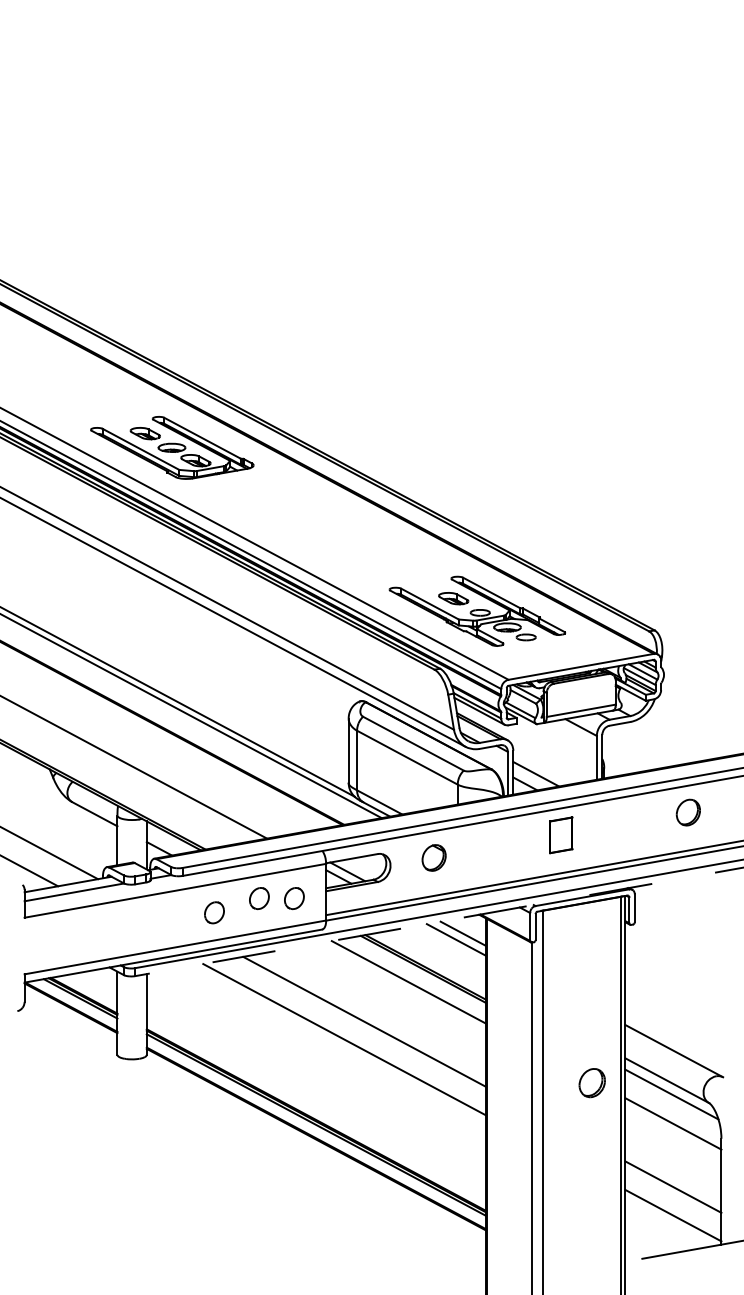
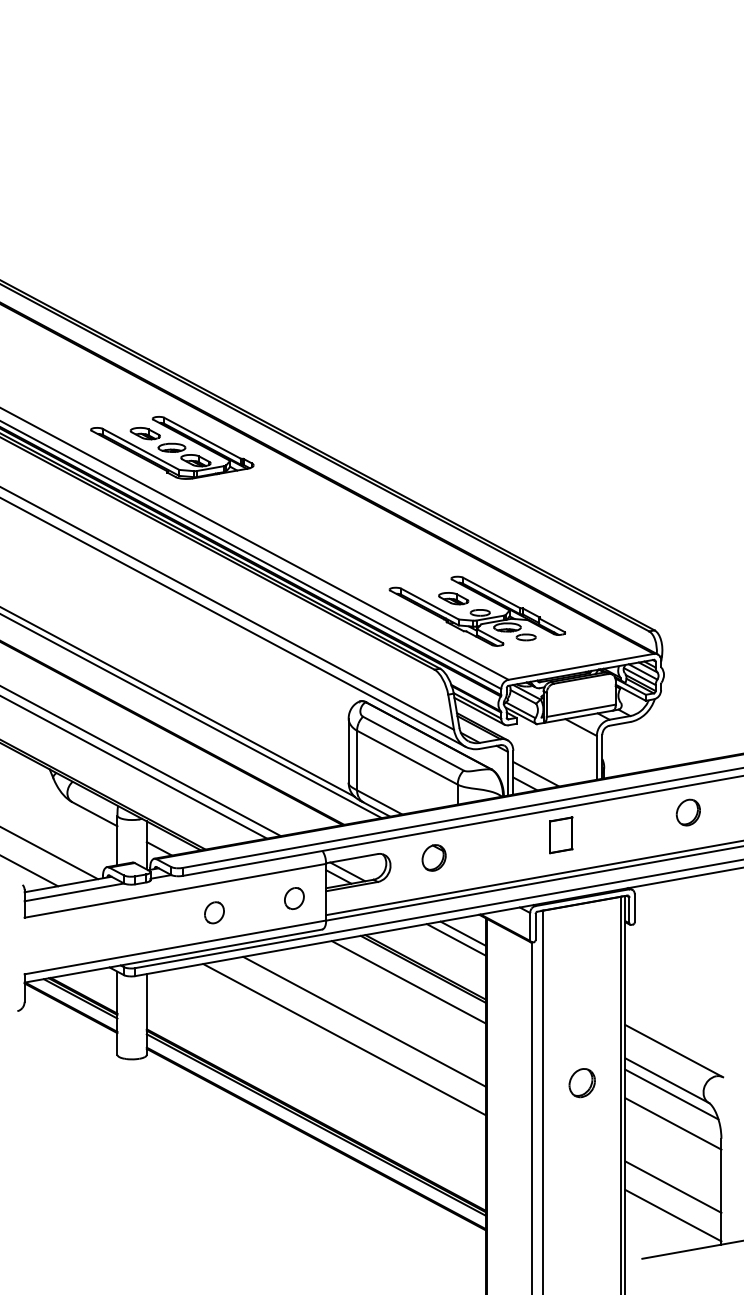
line at (141, 761): none -> present
part at (259, 898): present -> none
line at (439, 921): dashed -> solid
part at (591, 1083) position: (591, 1083) -> (581, 1083)
